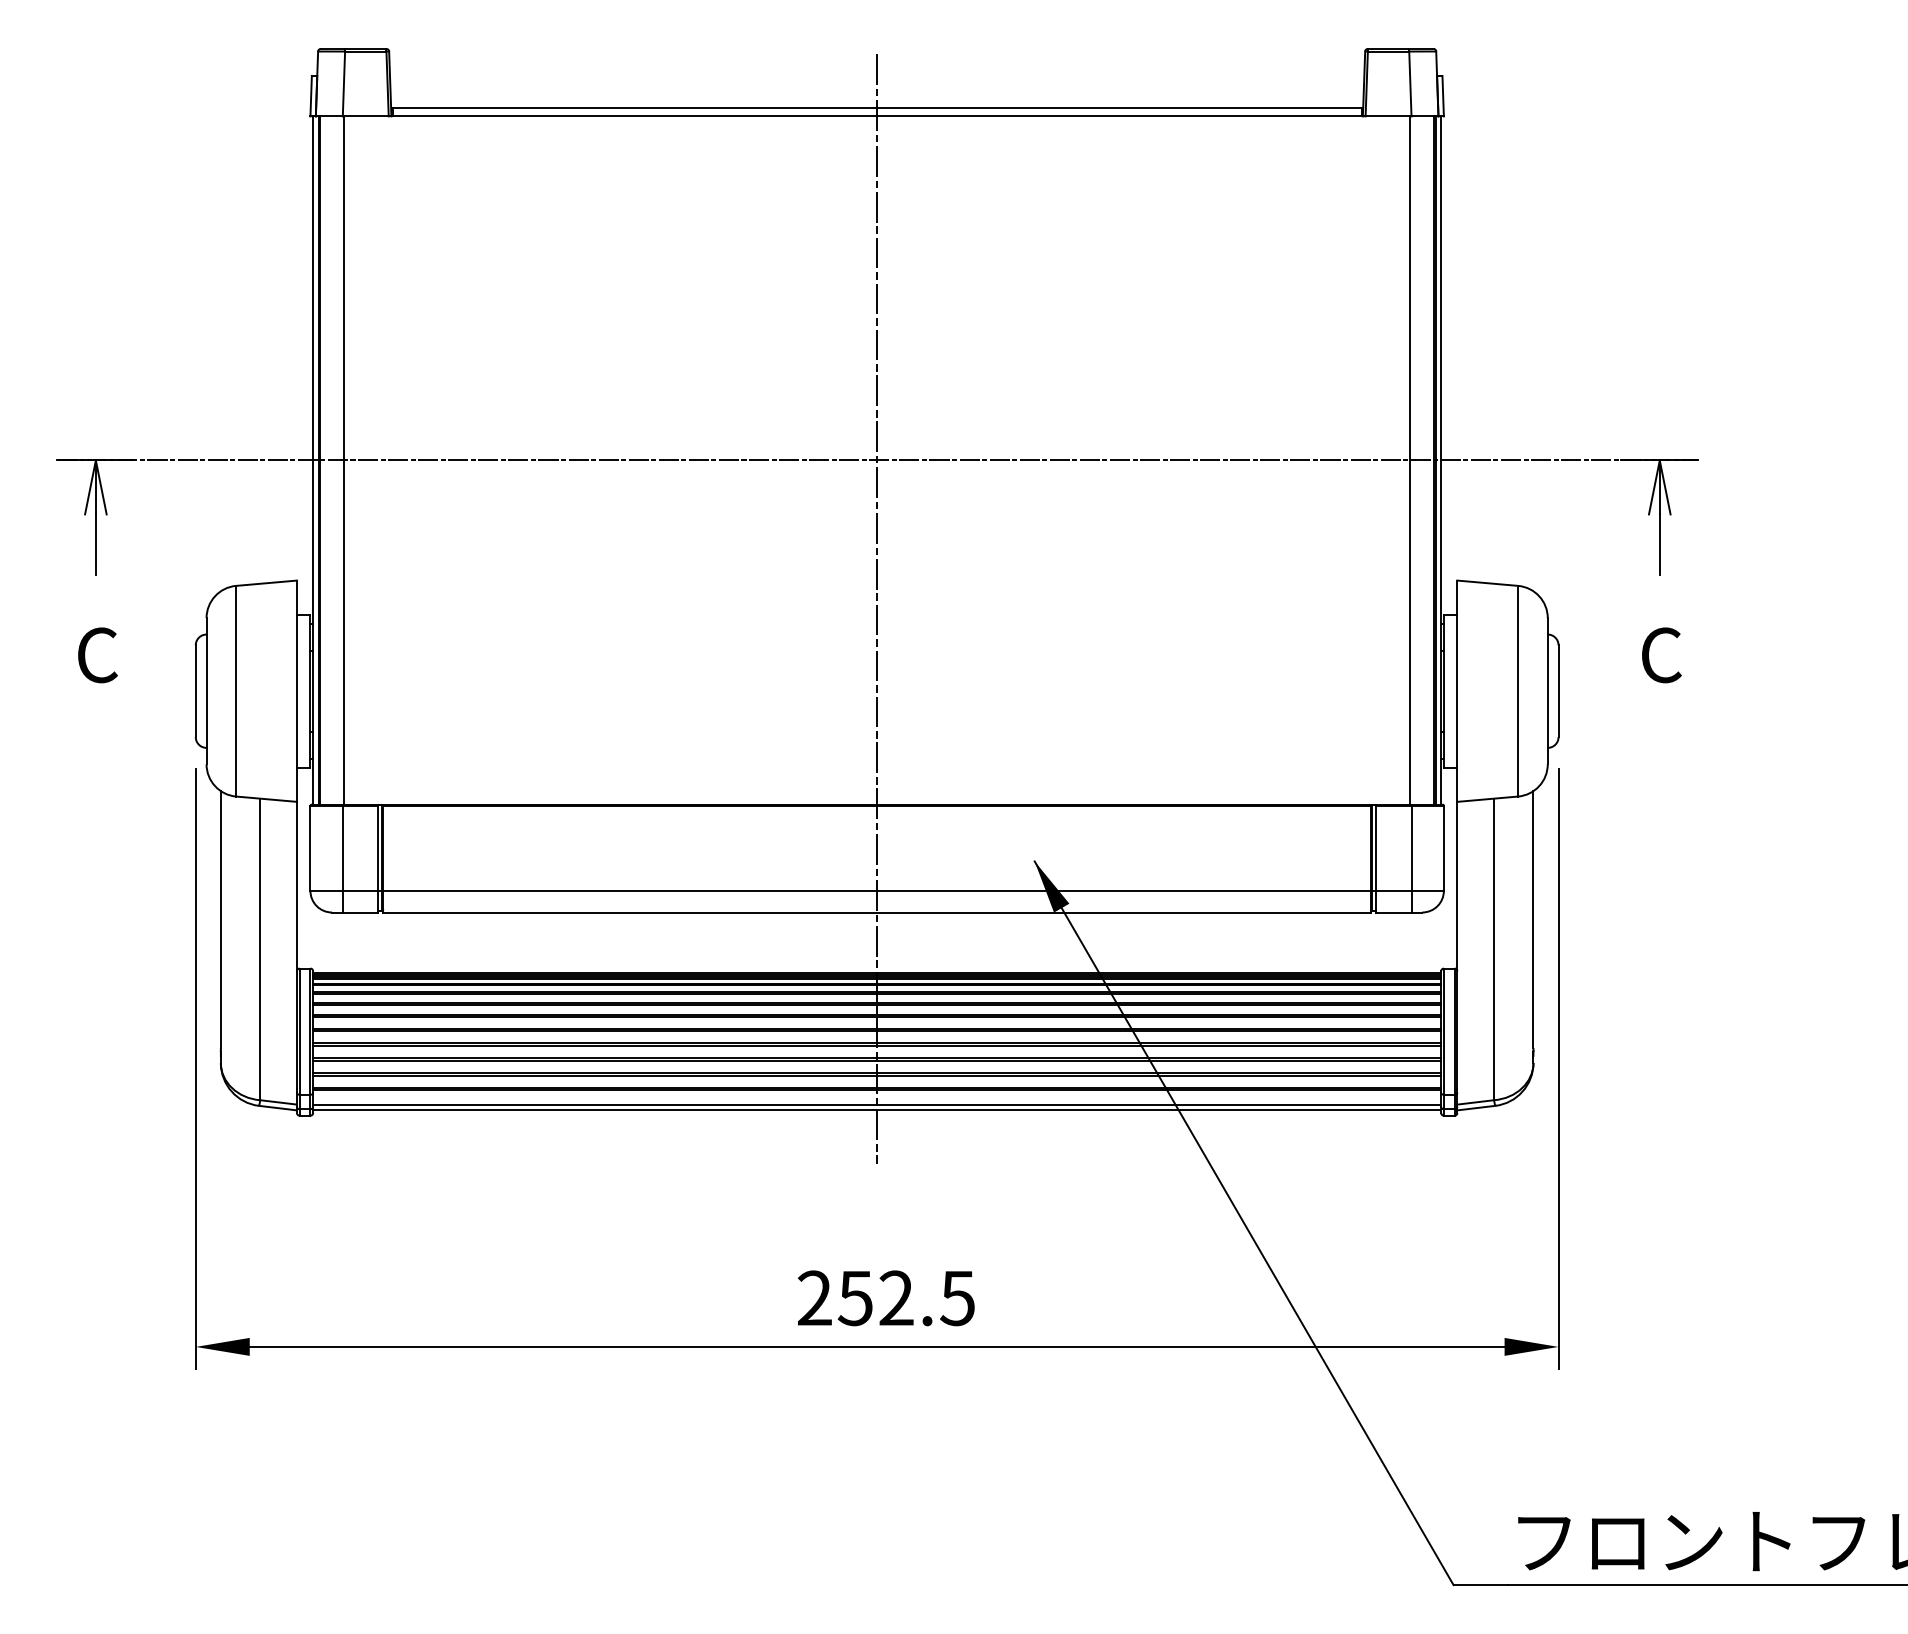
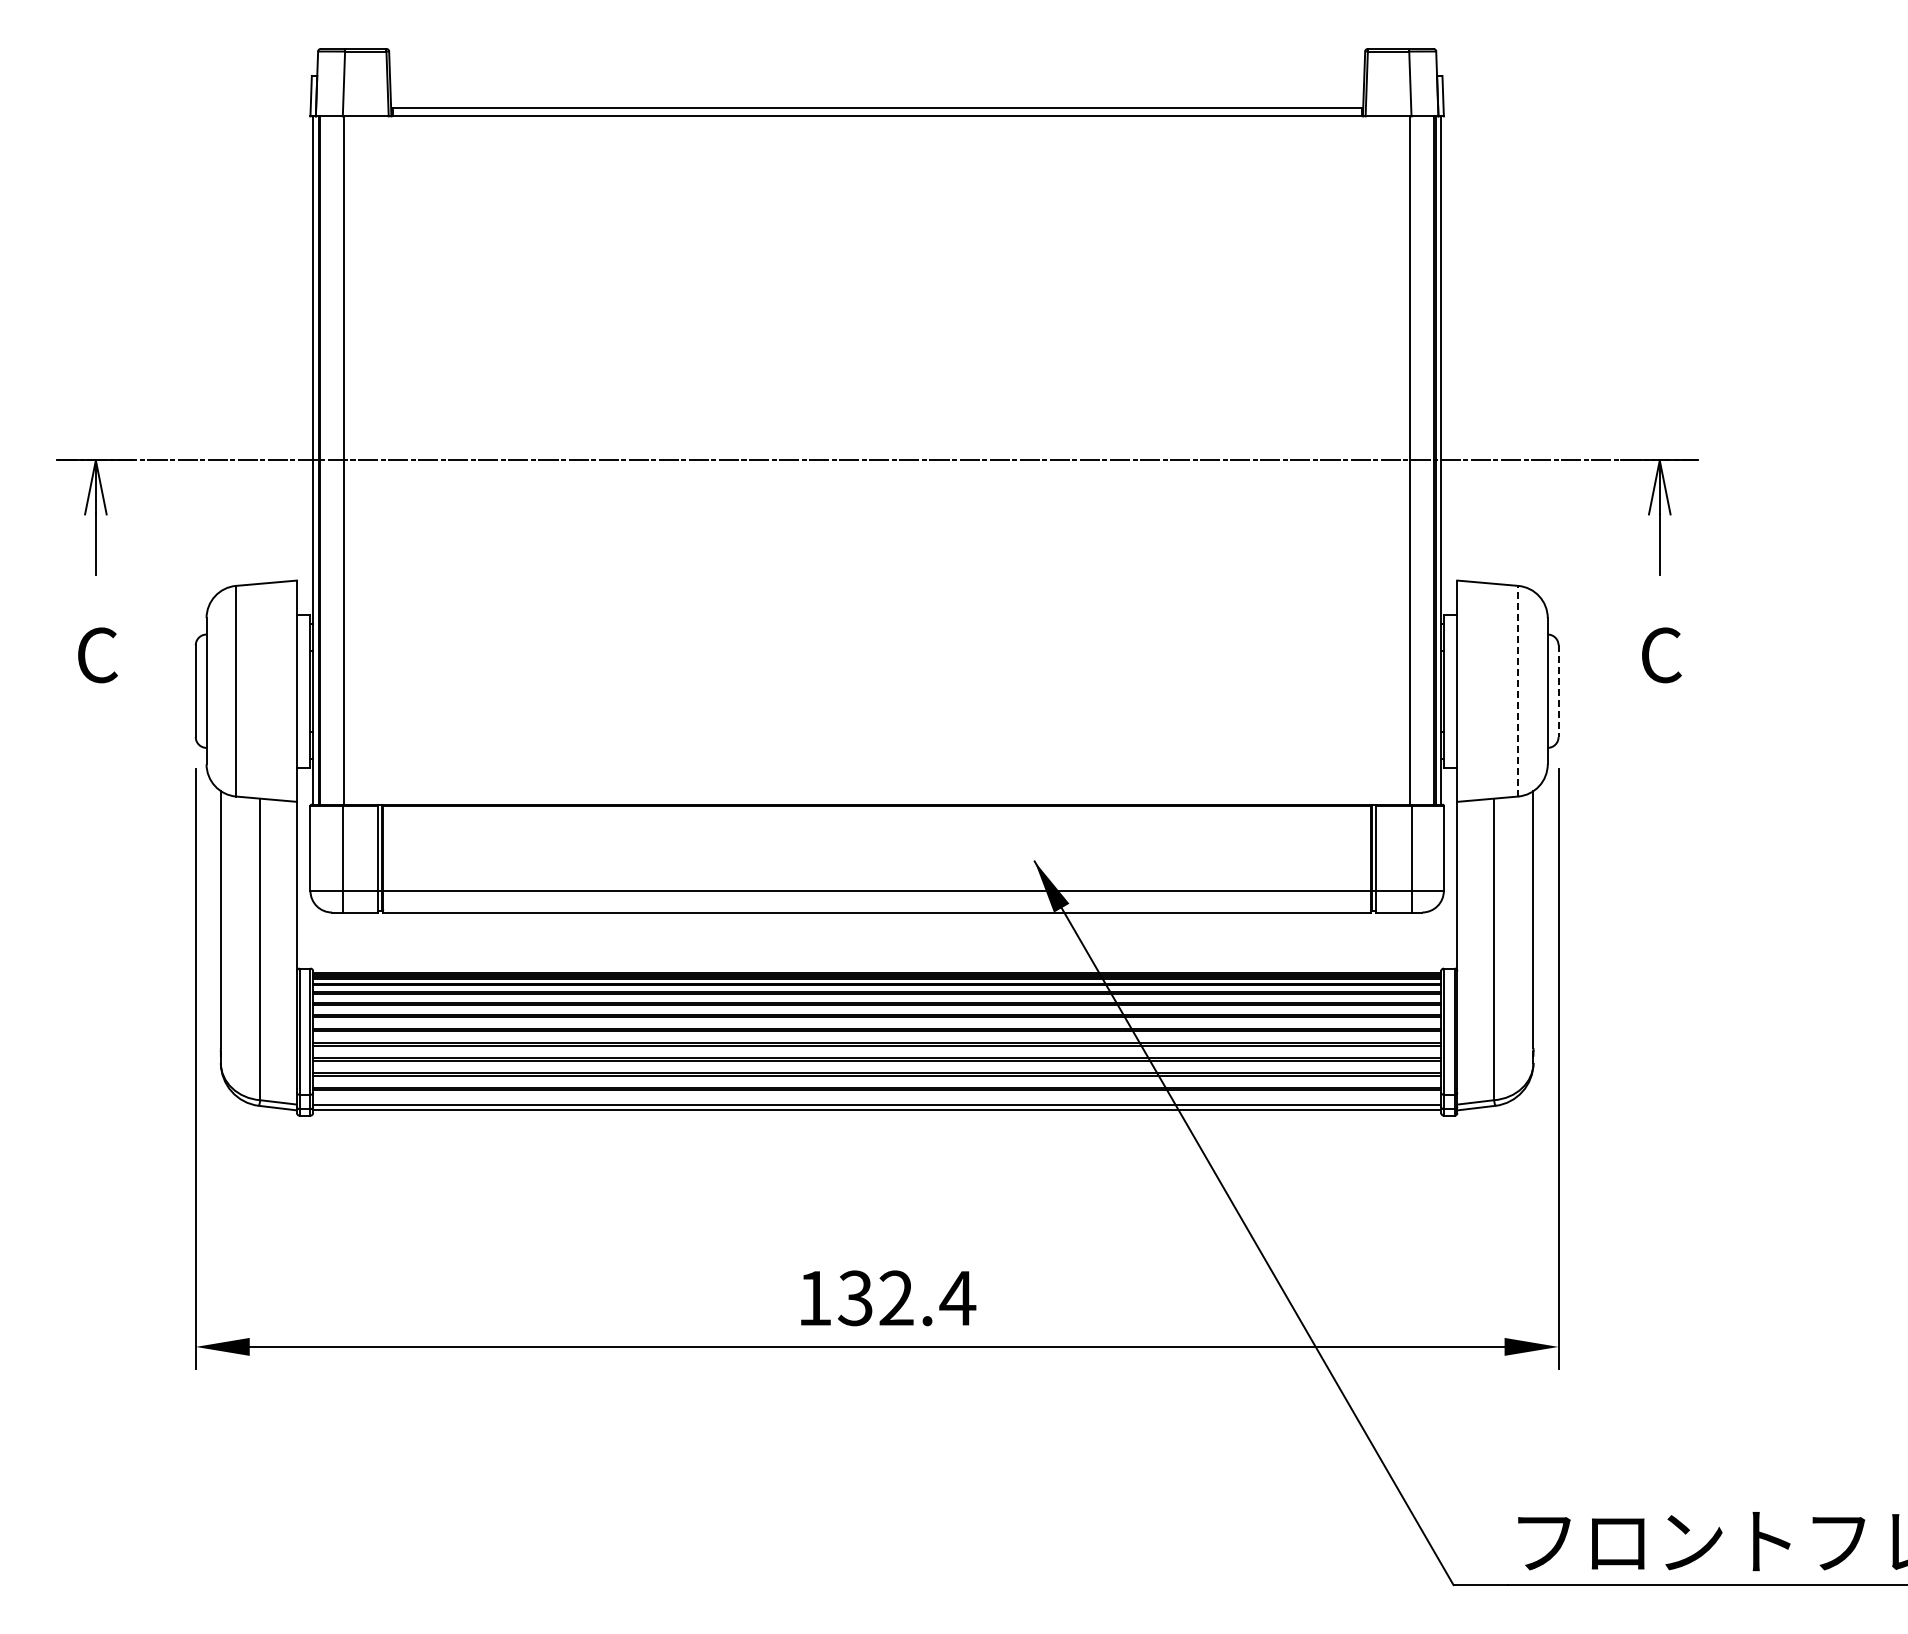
line at (877, 609): present -> none
line at (1518, 690): solid -> dashed
line at (1558, 691): solid -> dashed
text at (886, 1298): 252.5 -> 132.4
